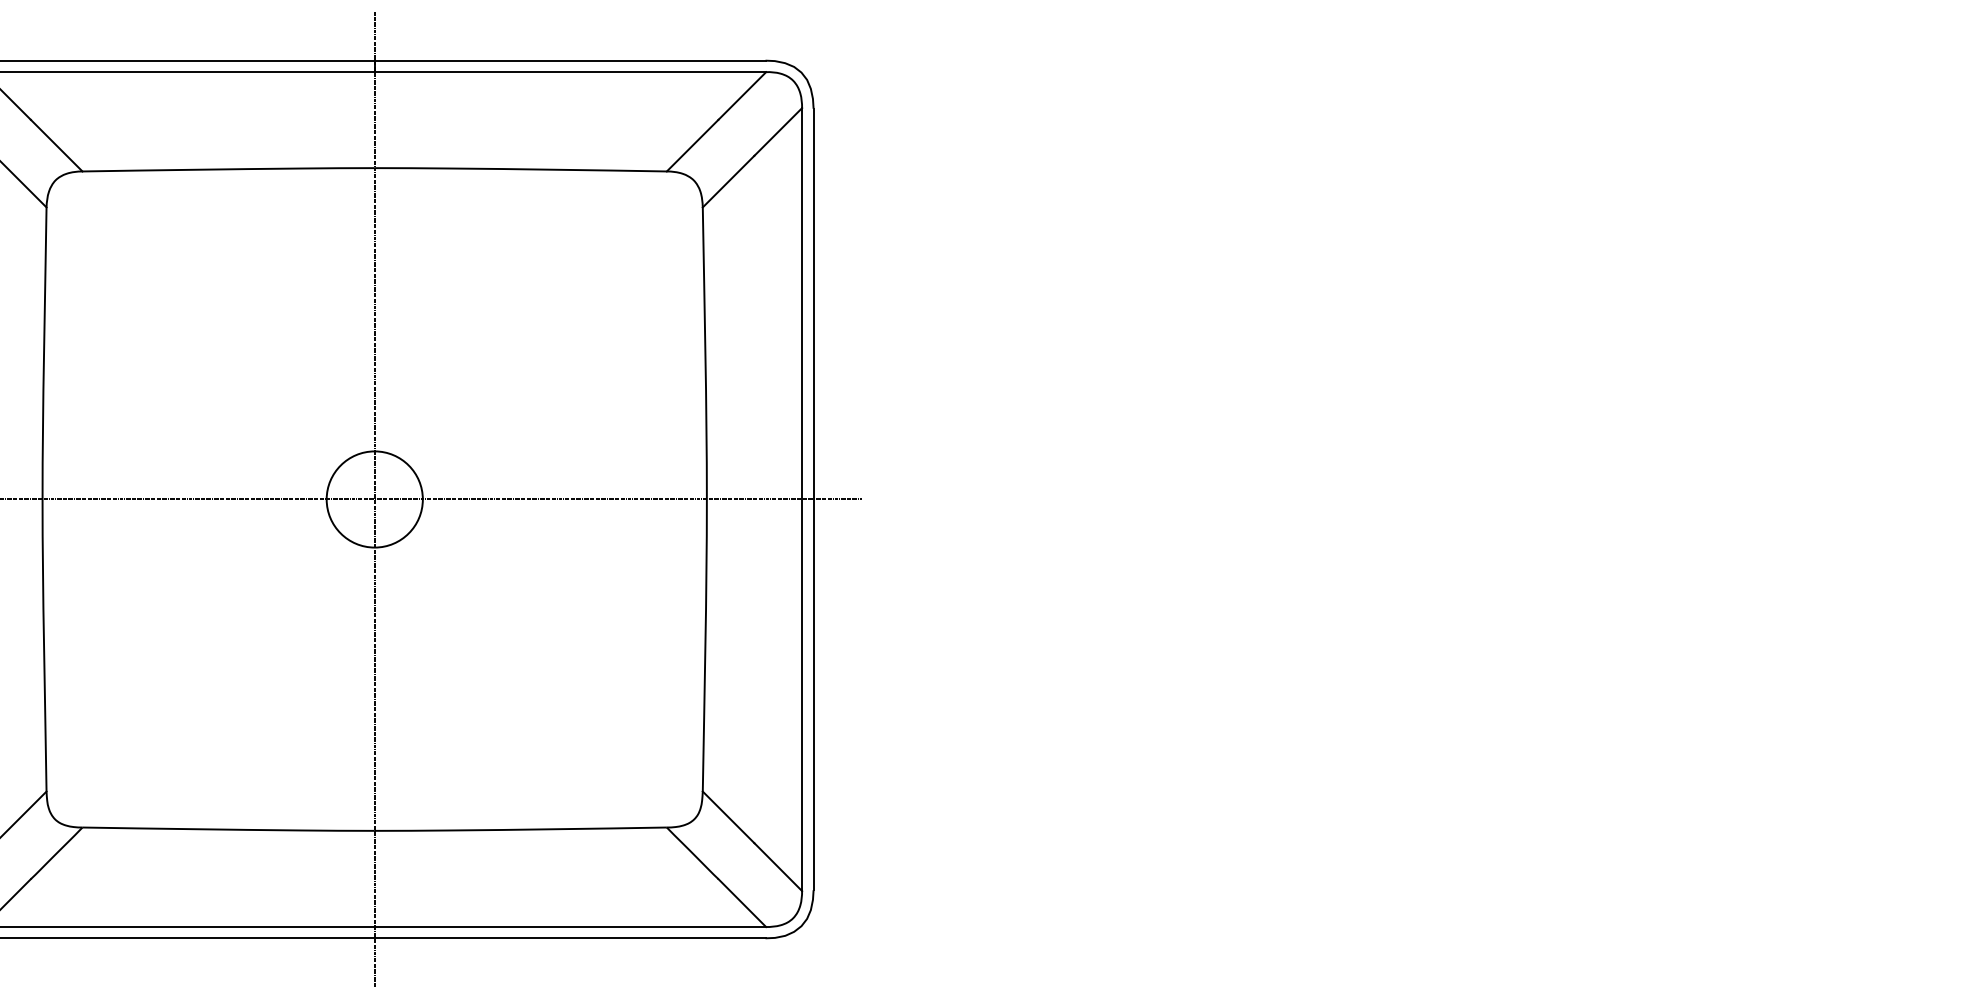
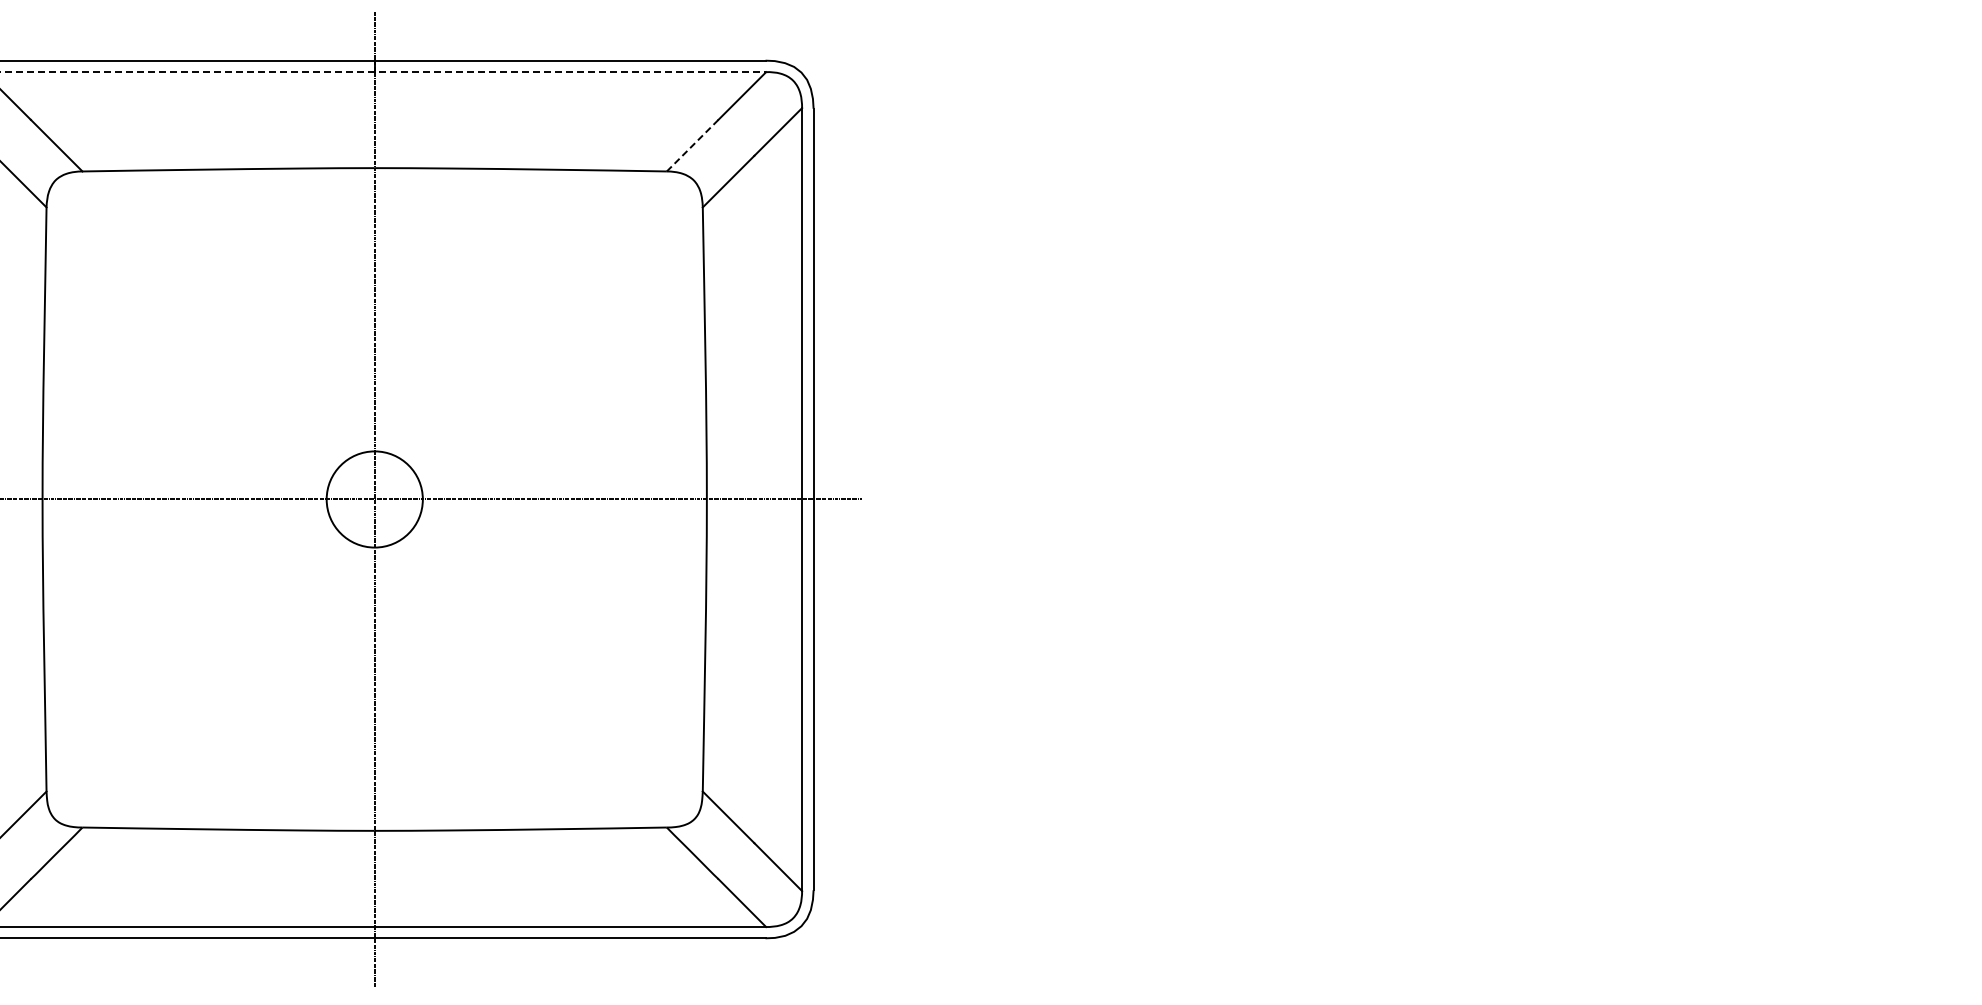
line at (383, 72): solid -> dashed
line at (692, 145): solid -> dashed
